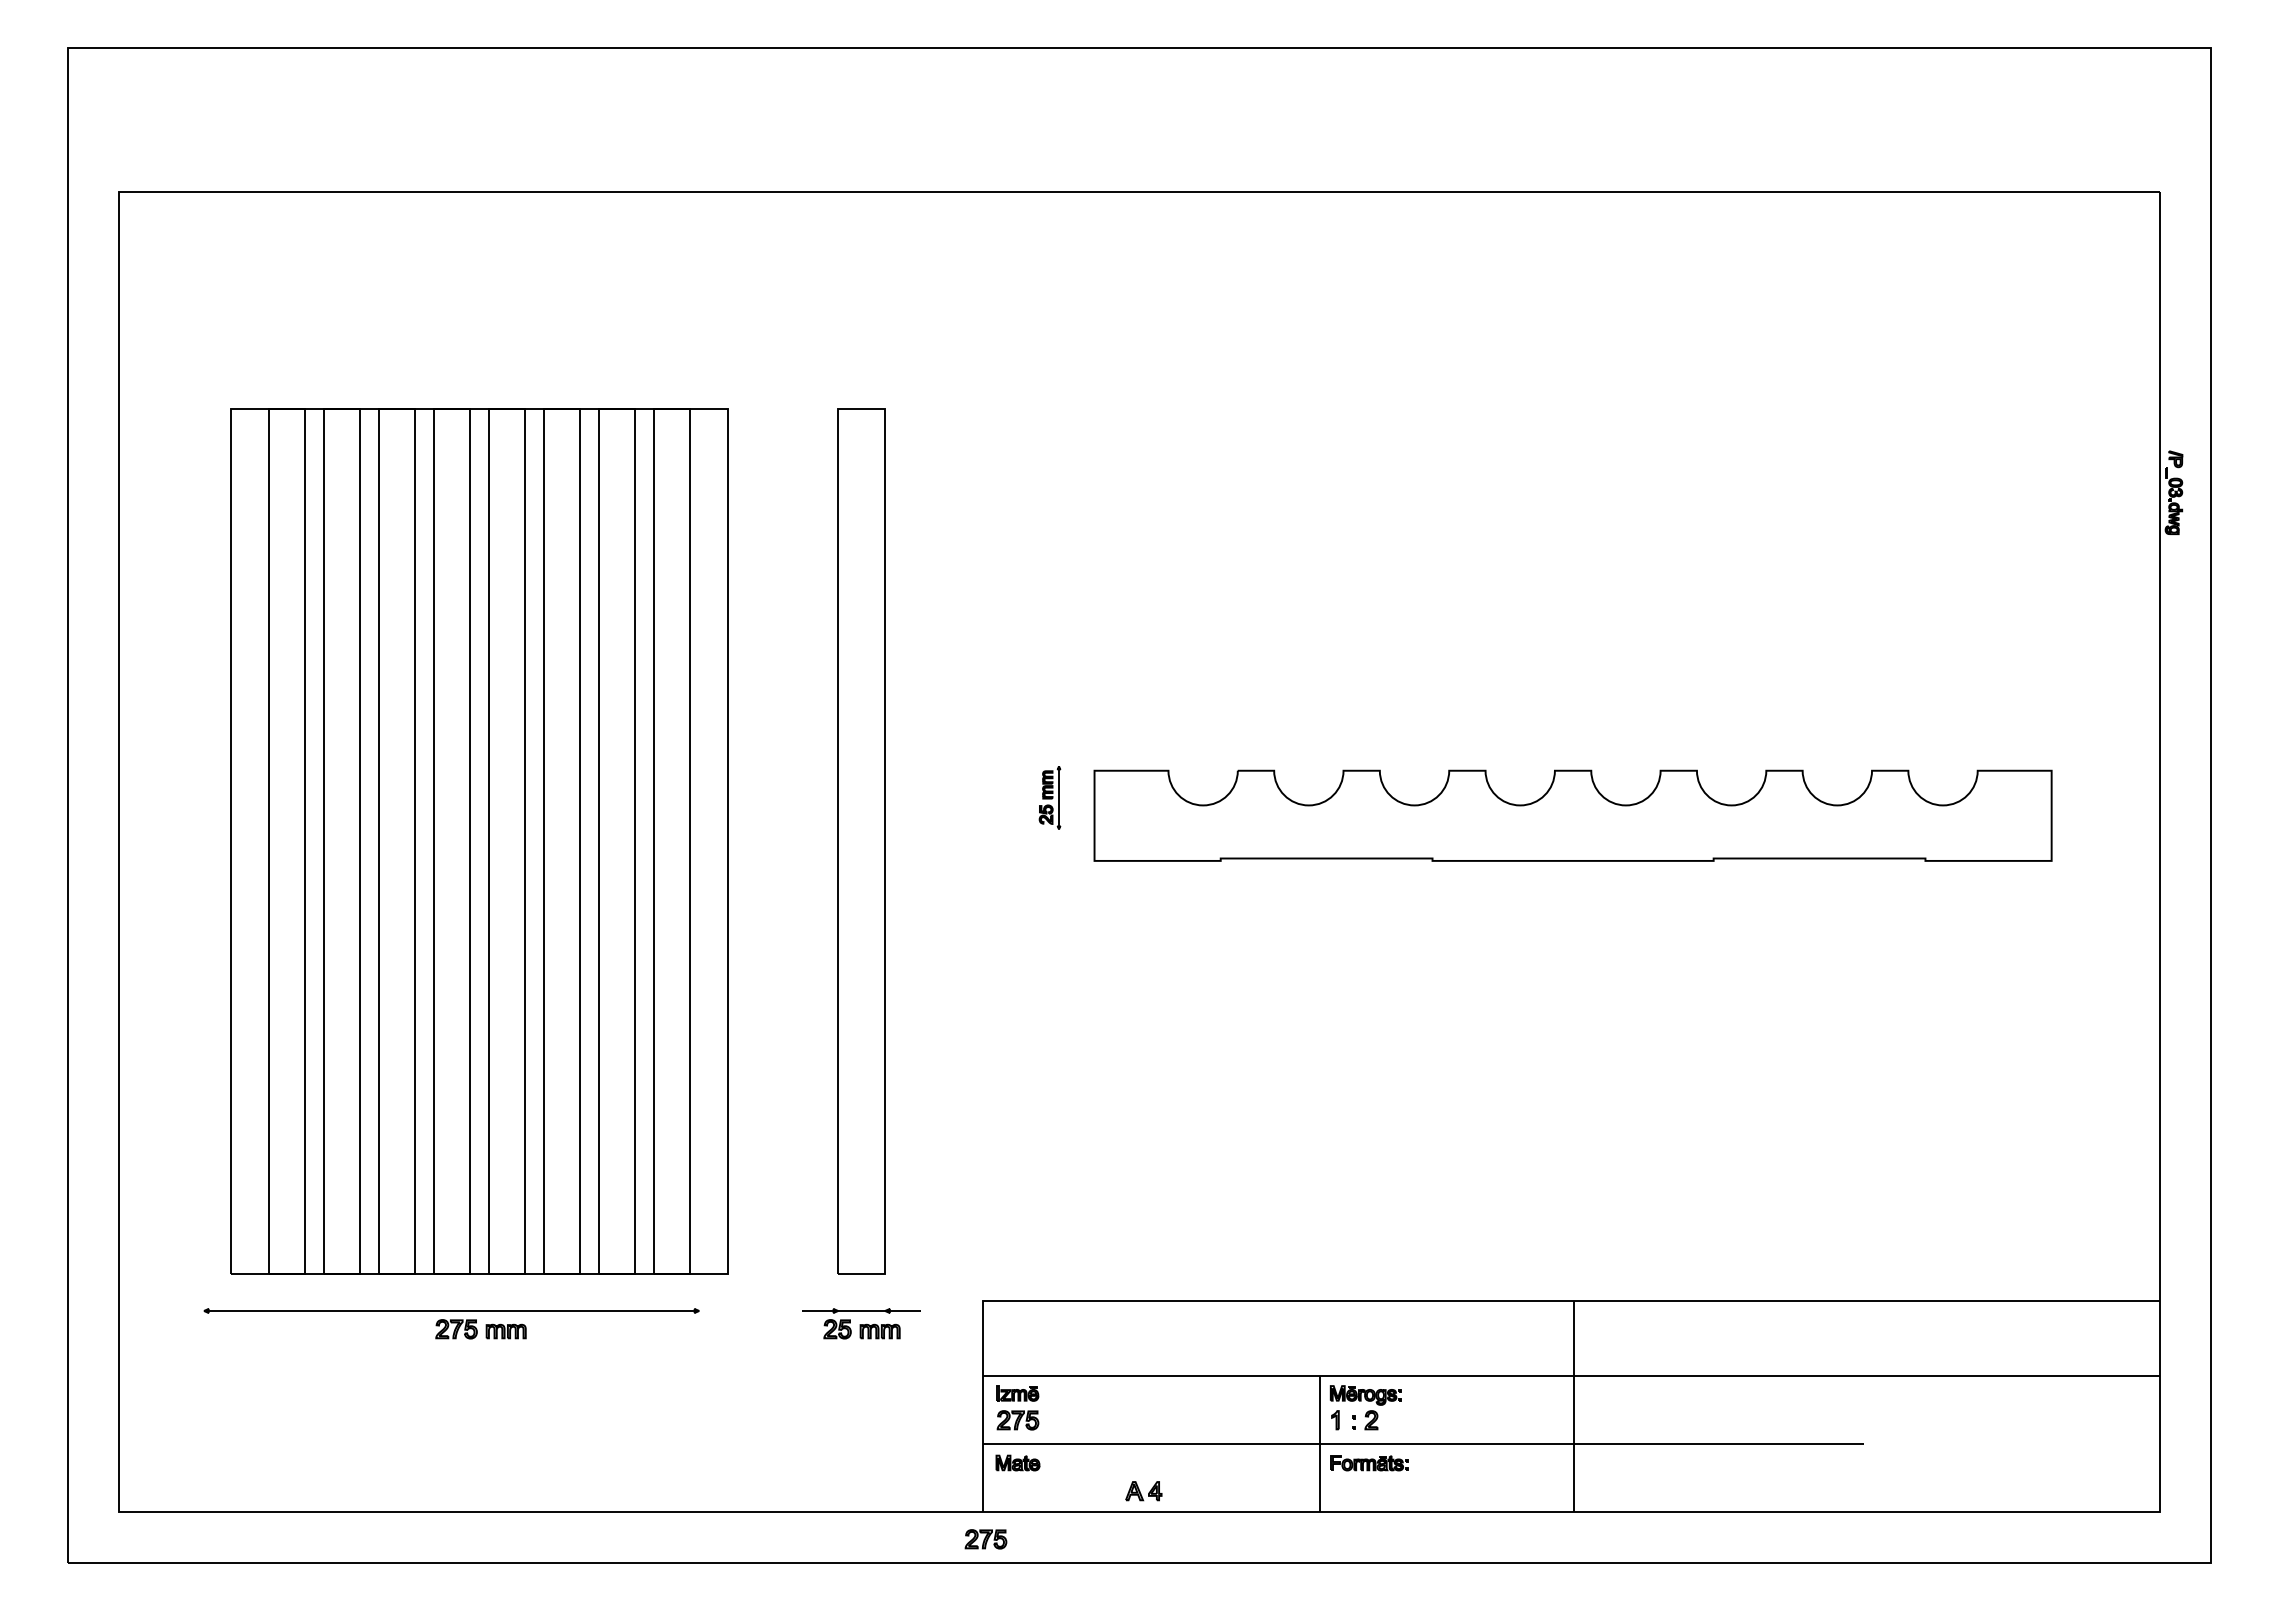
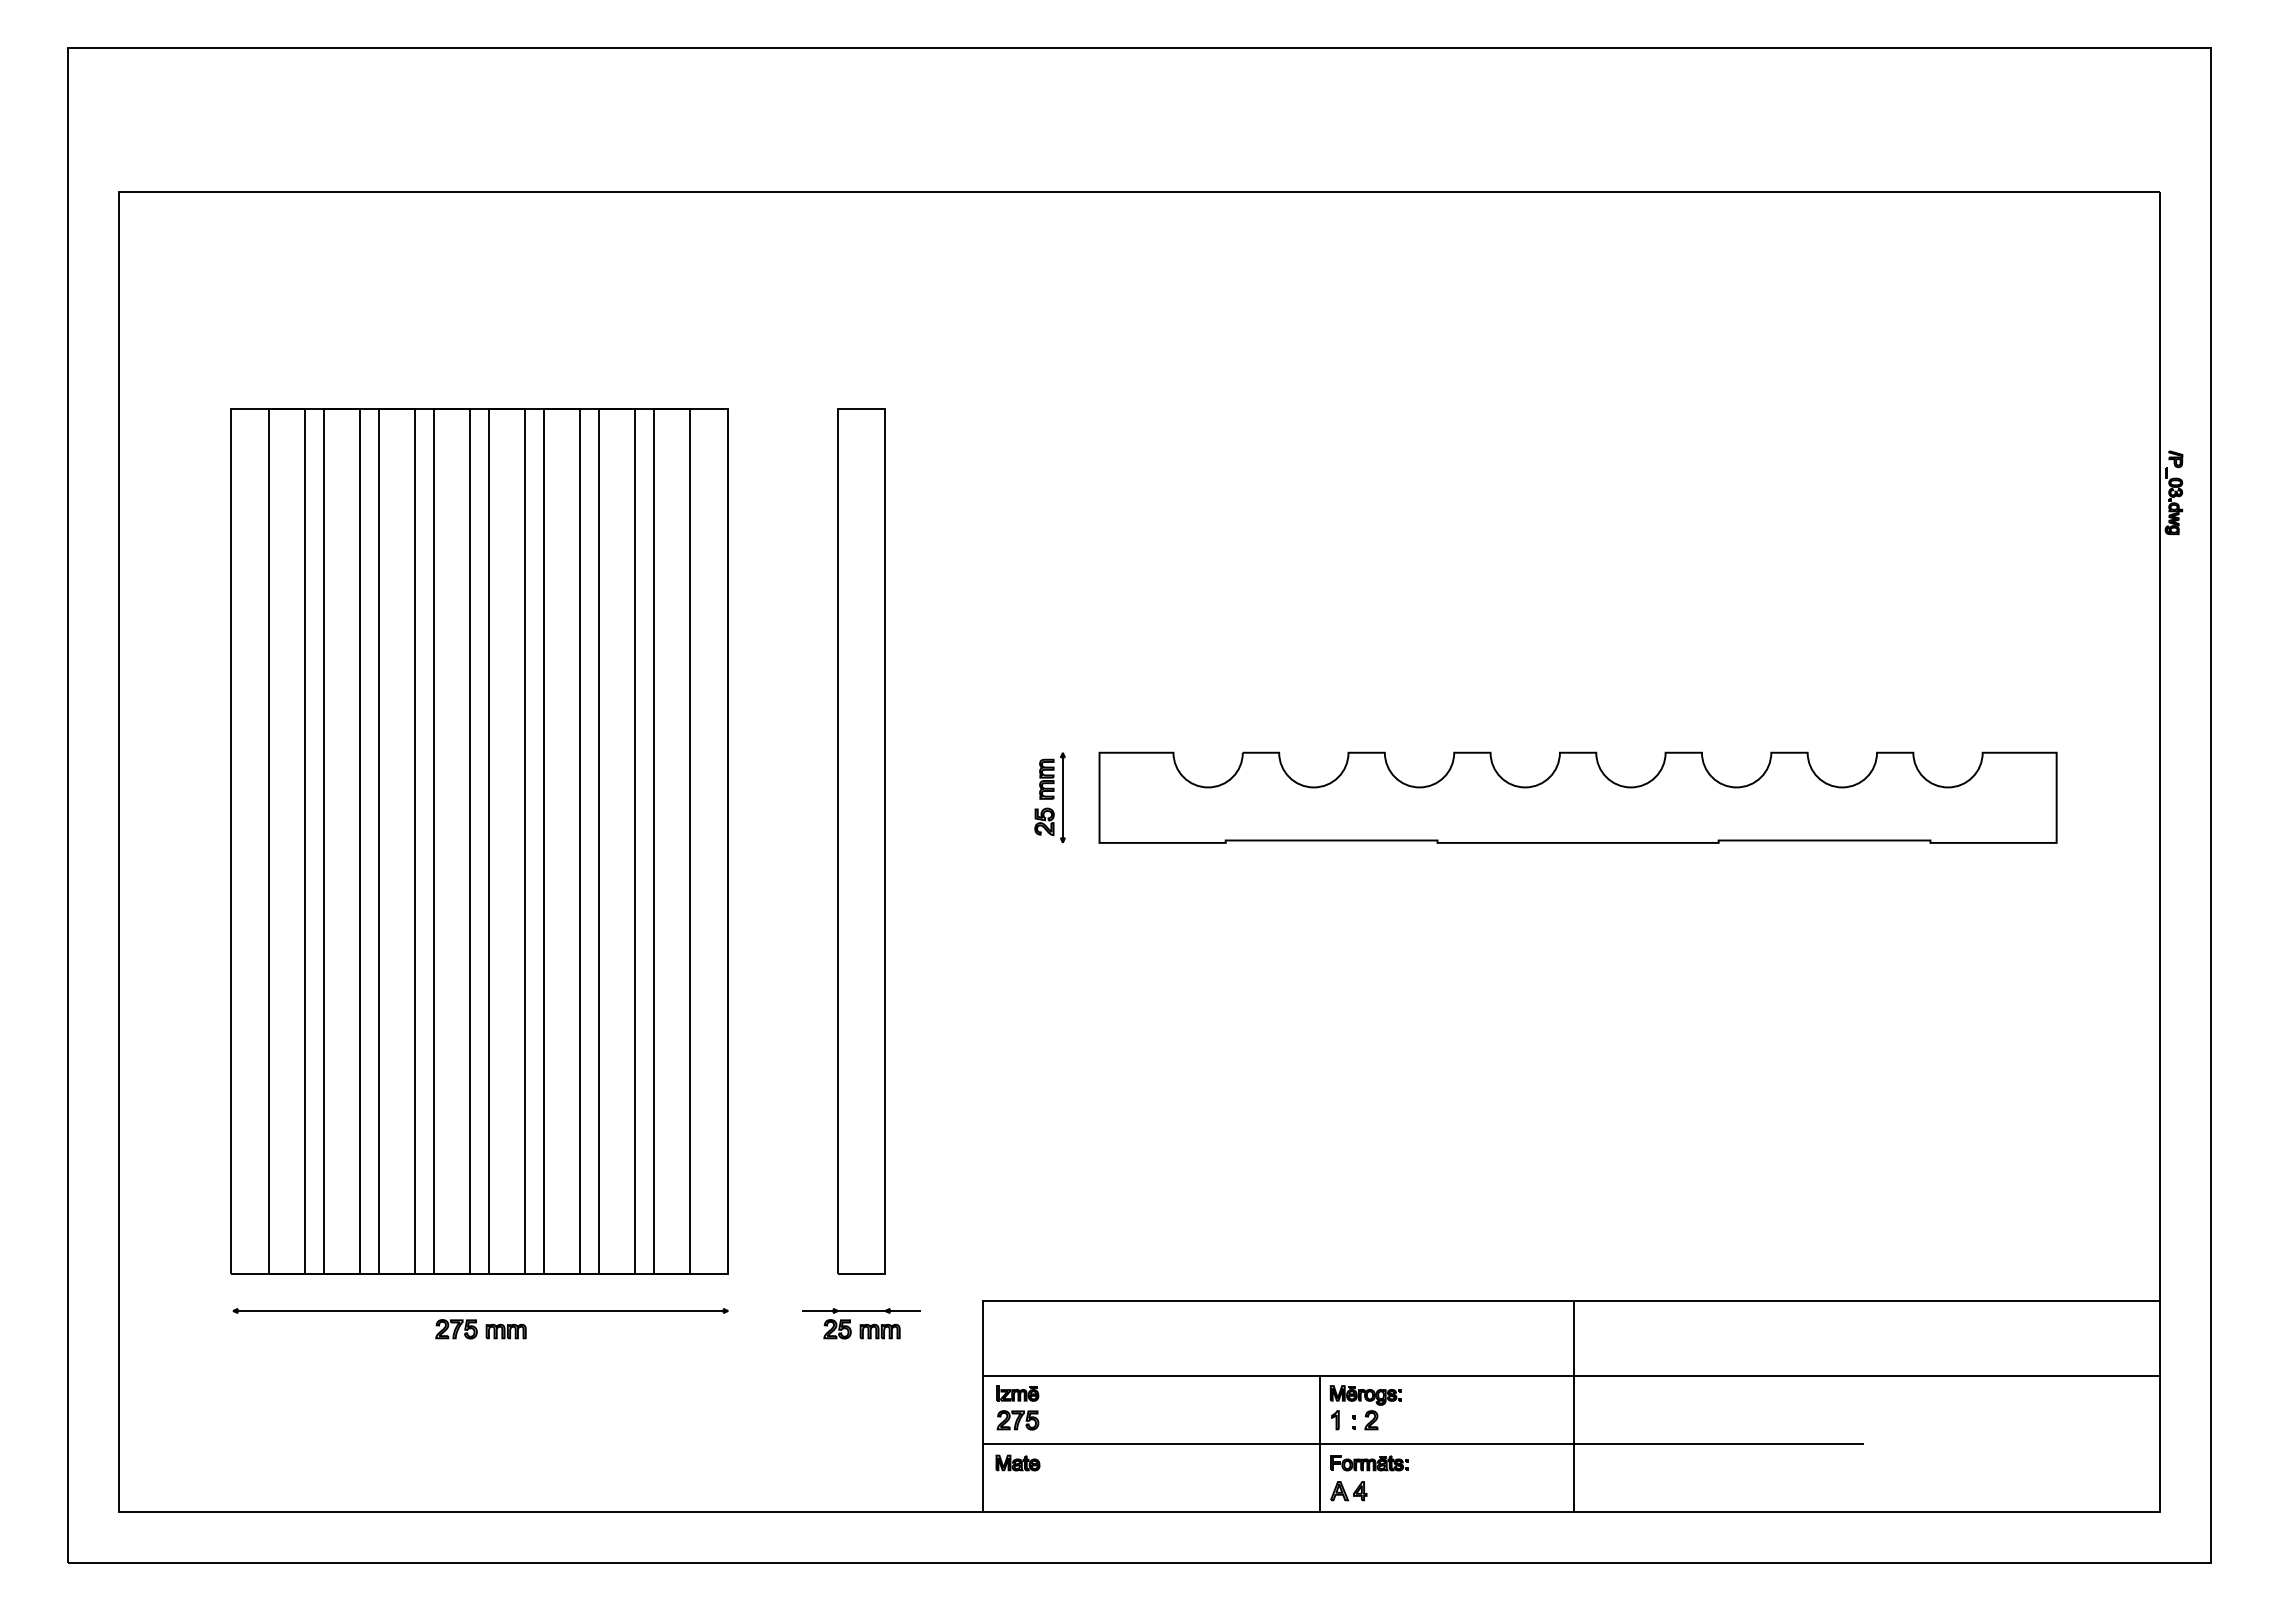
part at (1049, 797) size: 24x64 px -> 32x92 px
part at (1572, 815) position: (1572, 815) -> (1577, 797)
part at (451, 1310) position: (451, 1310) -> (480, 1310)
part at (1143, 1491) position: (1143, 1491) -> (1348, 1491)
part at (985, 1539): present -> none
